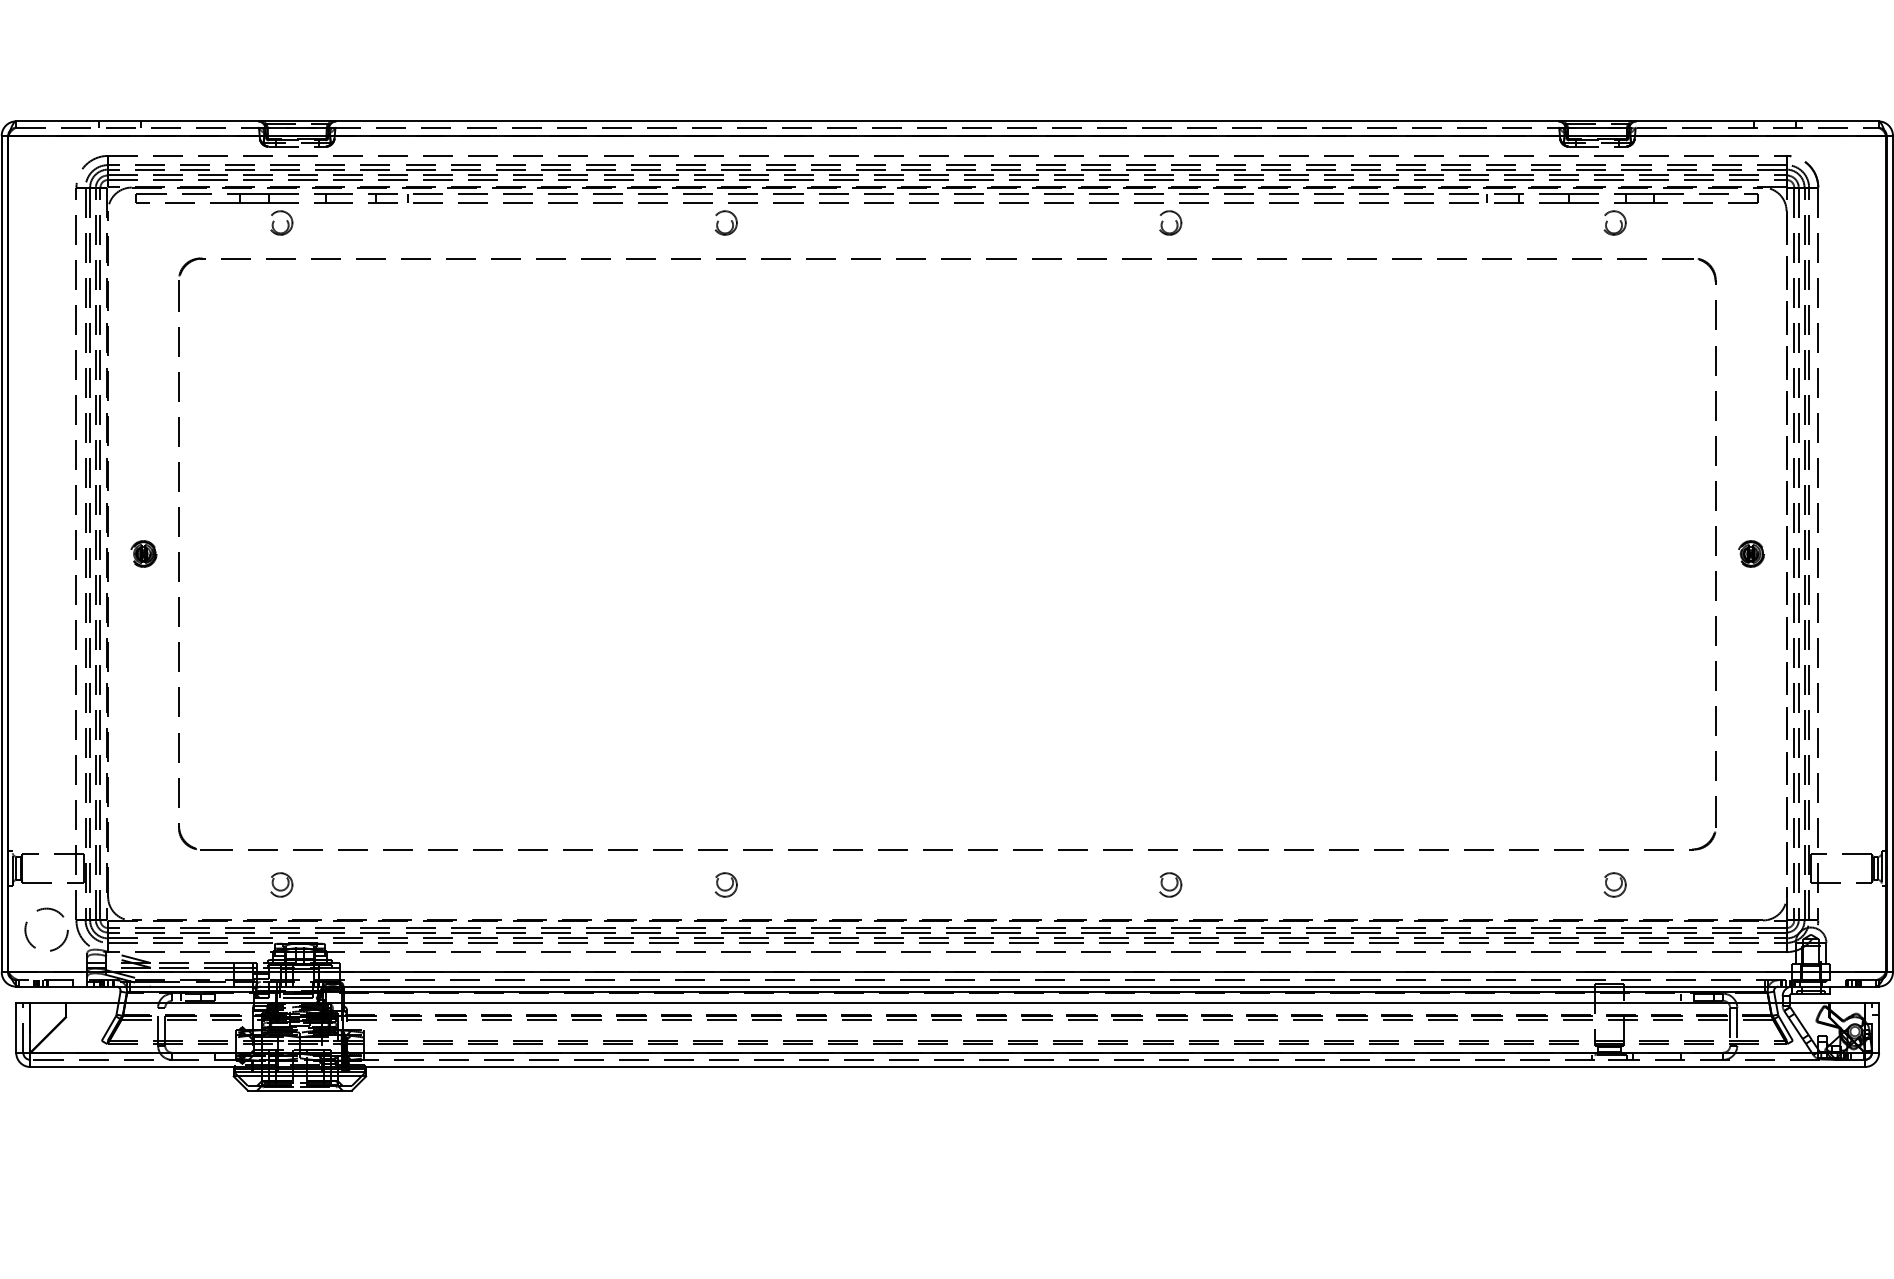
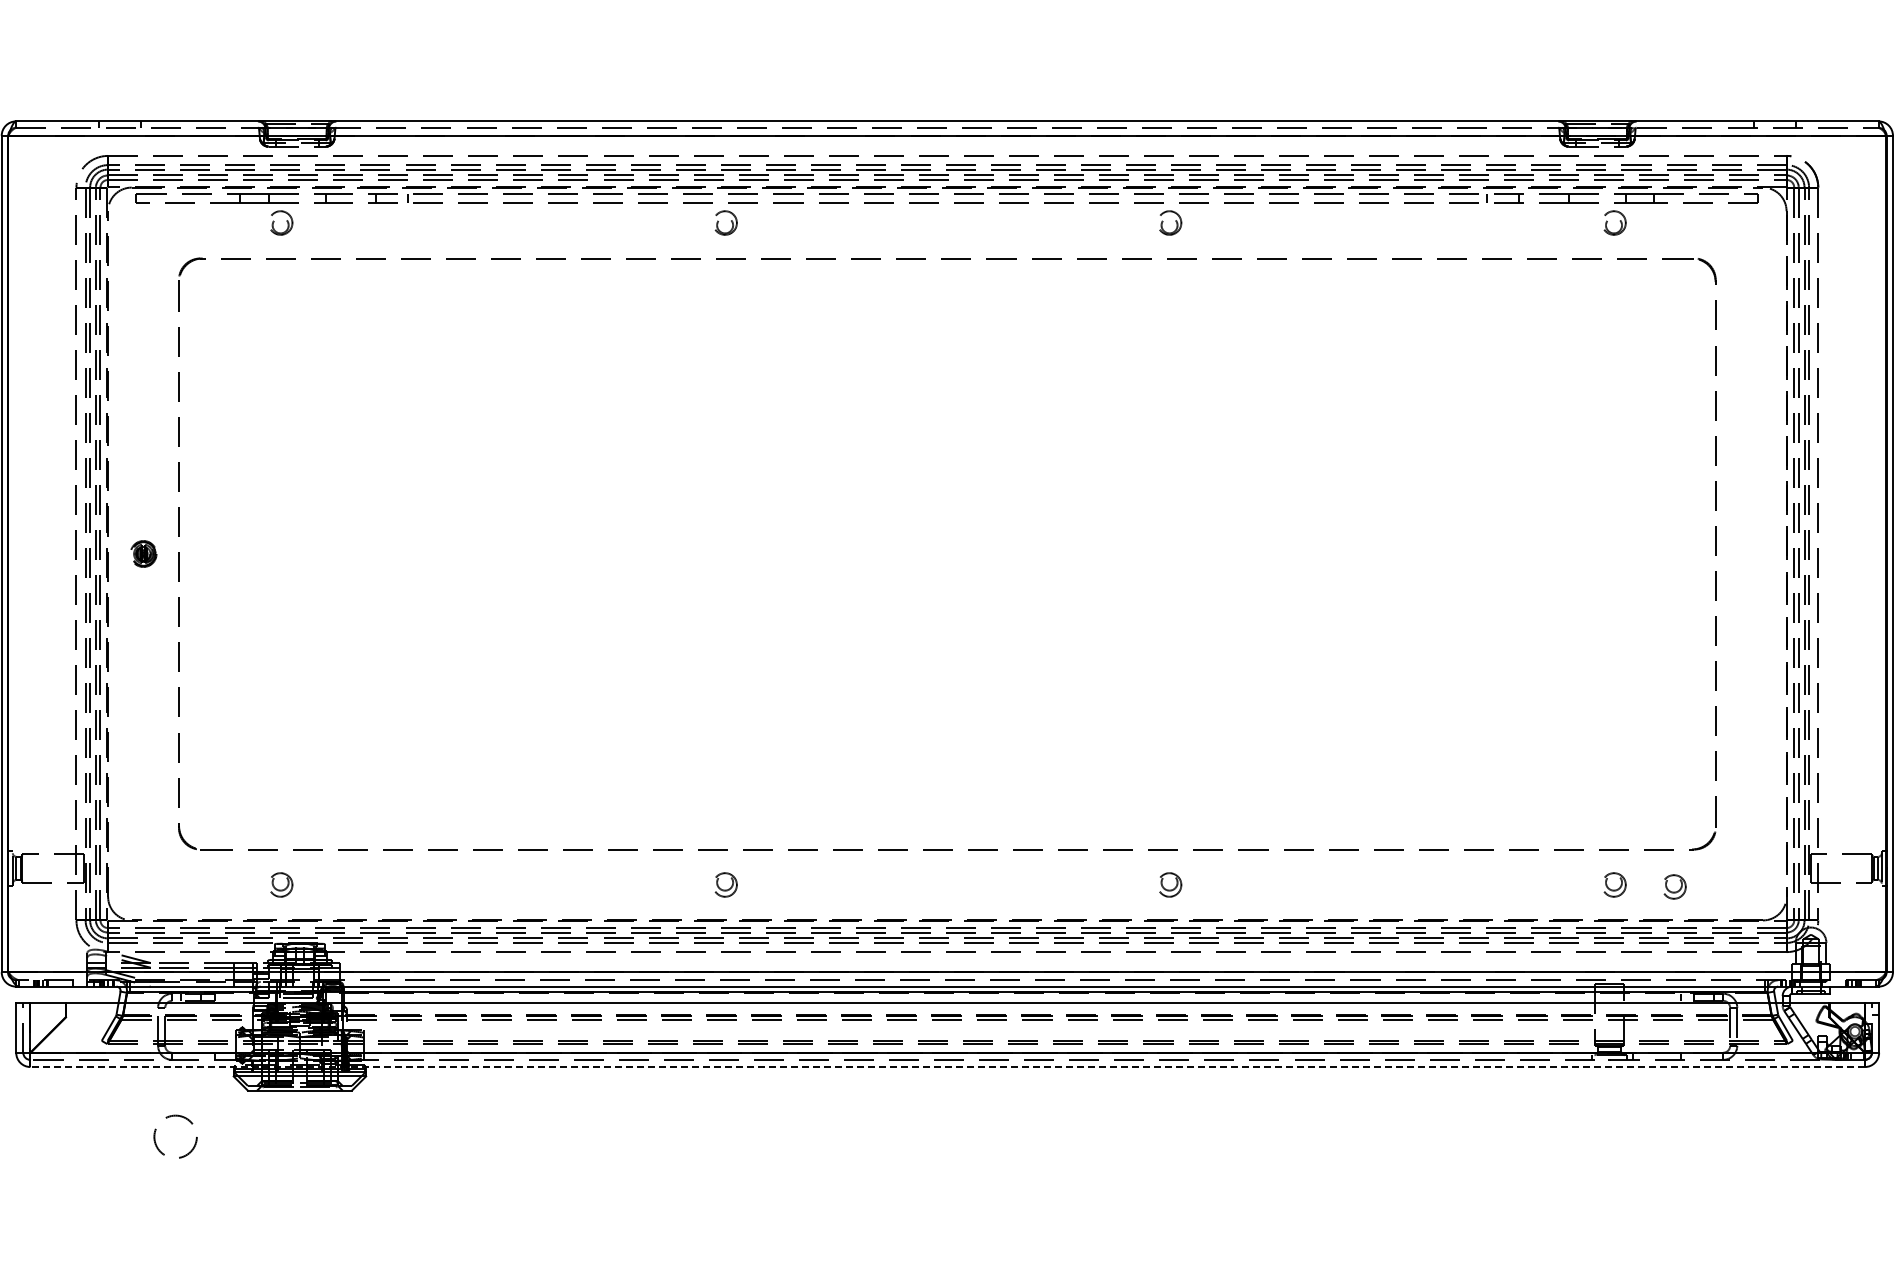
part at (1751, 553): present -> none
part at (1674, 886): none -> present
circle at (46, 929) position: (46, 929) -> (175, 1136)
line at (947, 1067): solid -> dashed
